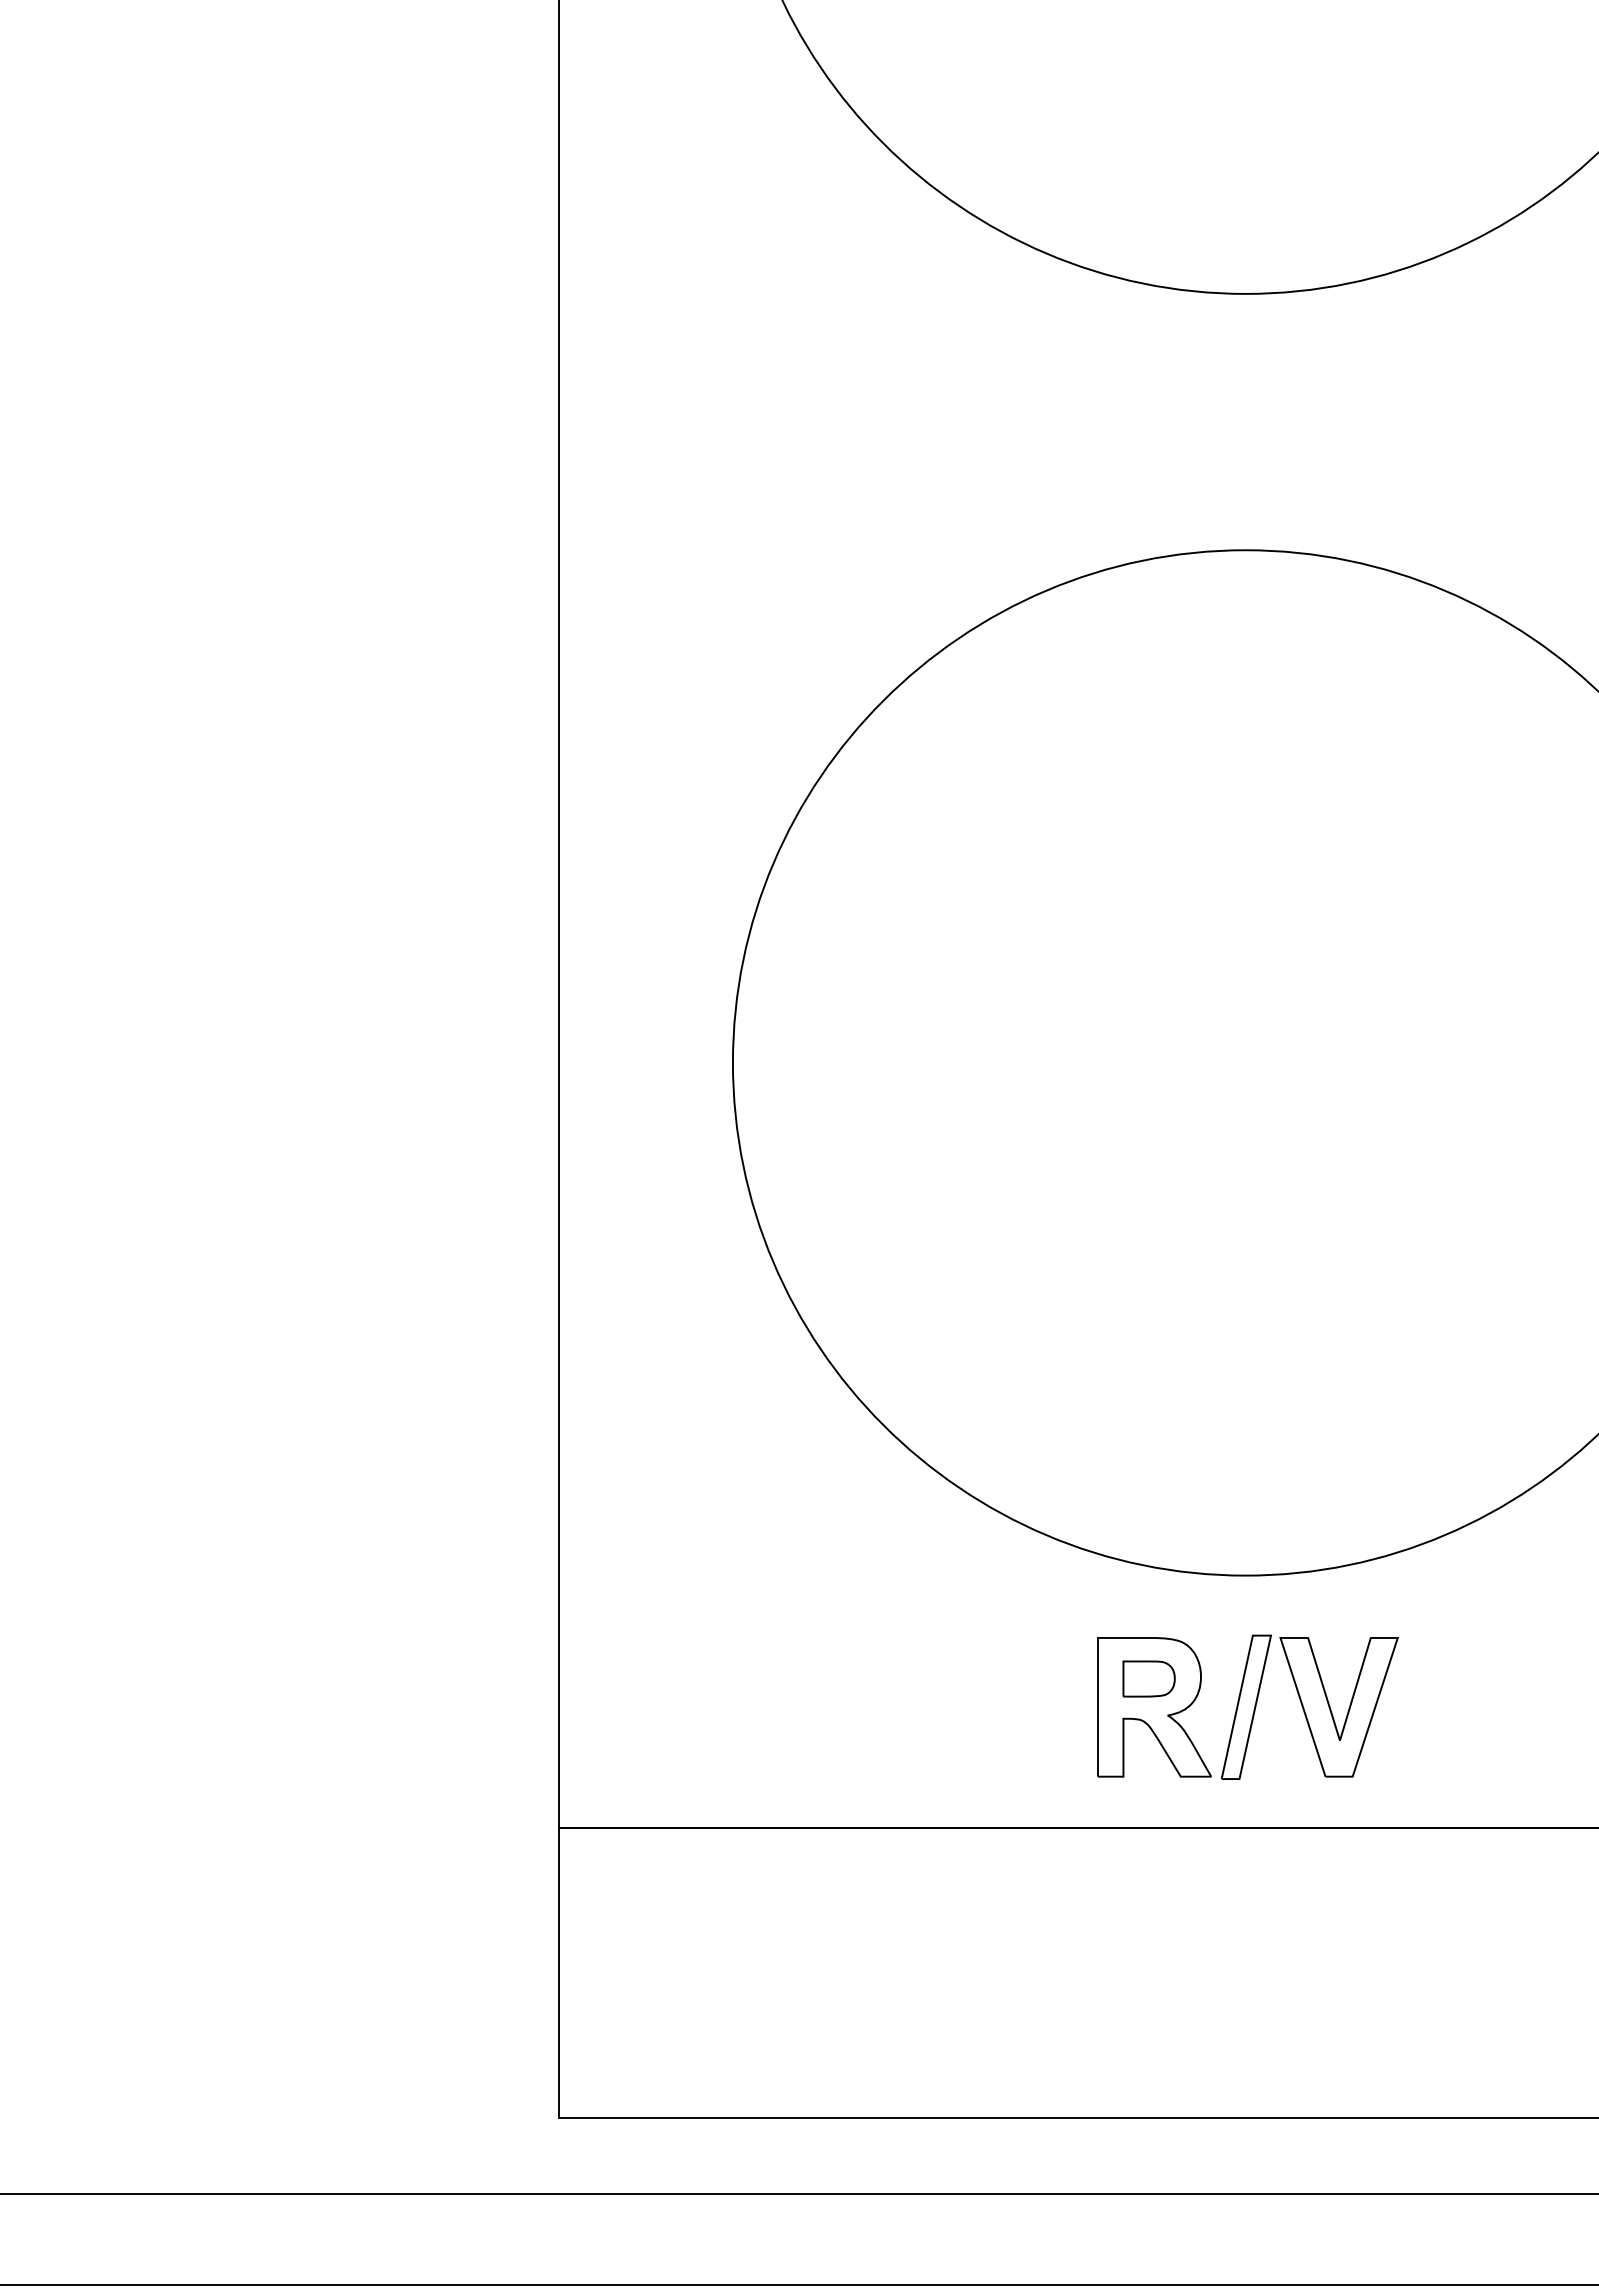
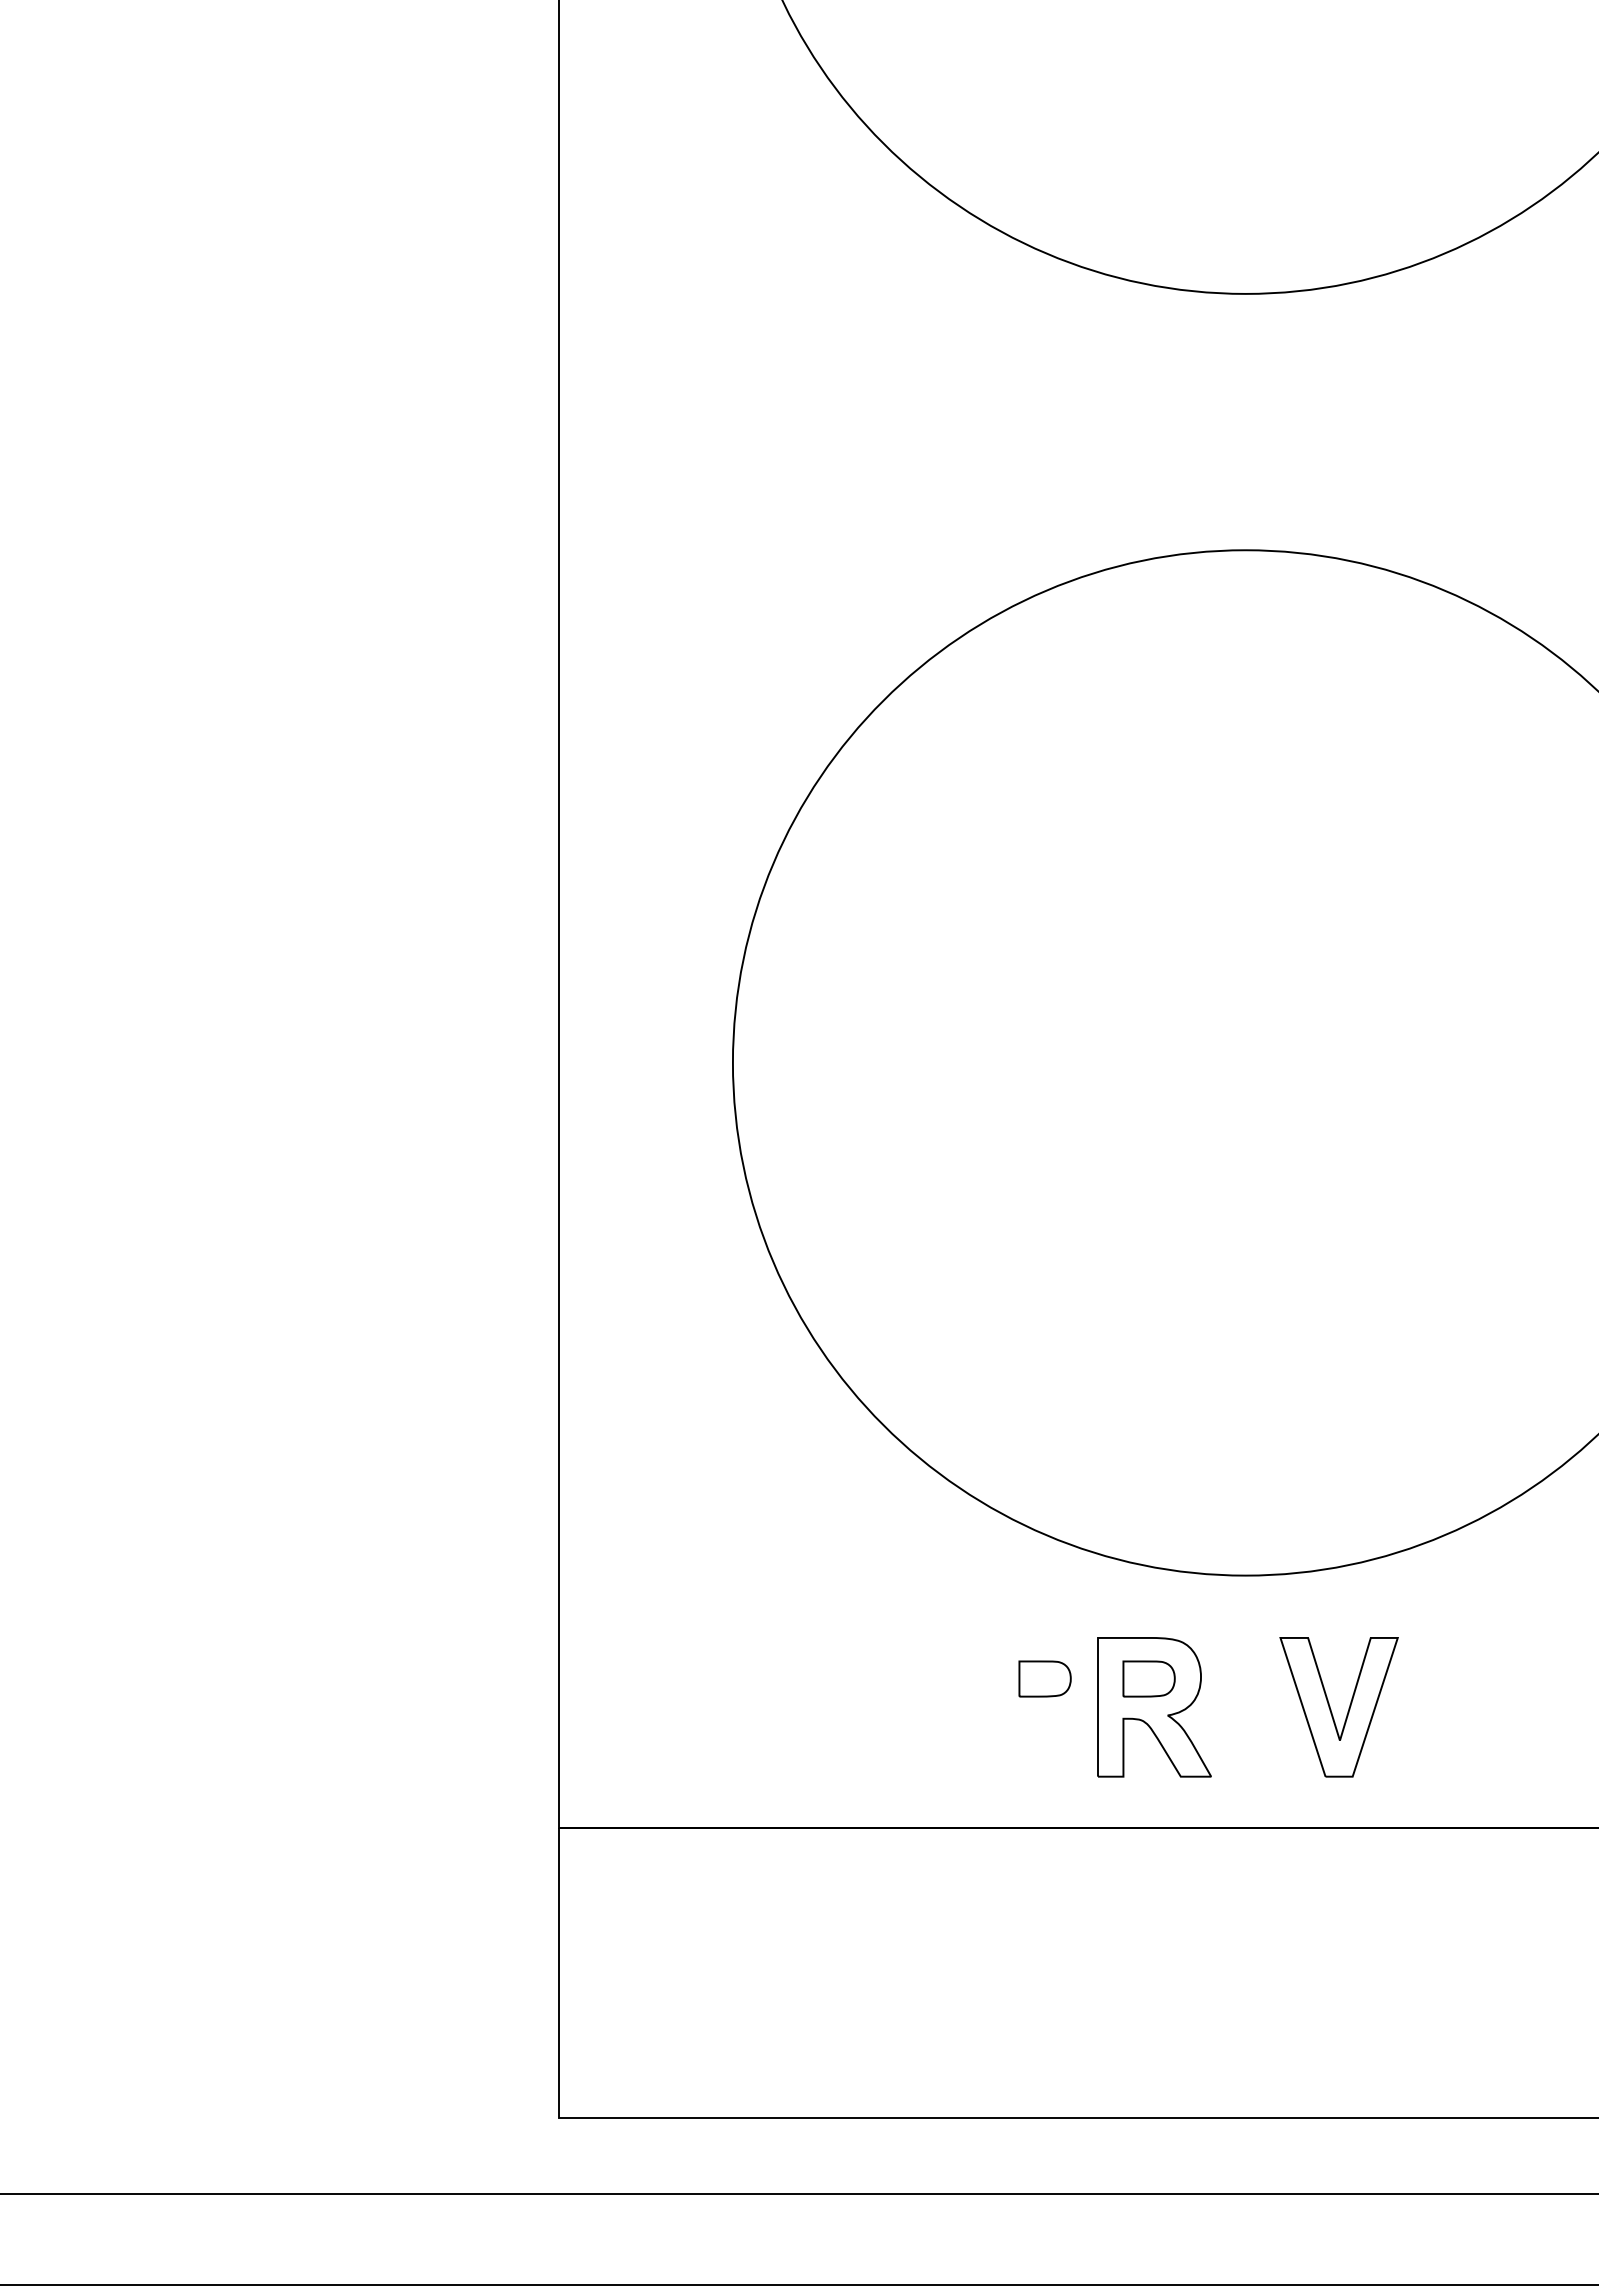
part at (1044, 1678): none -> present
part at (1245, 1706): present -> none
